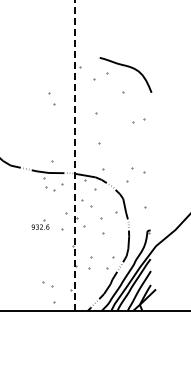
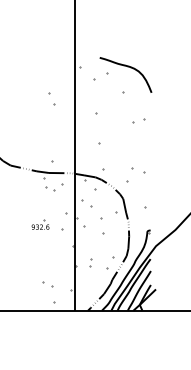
line at (74, 155): dashed -> solid
part at (90, 262) size: 5x14 px -> 4x10 px
